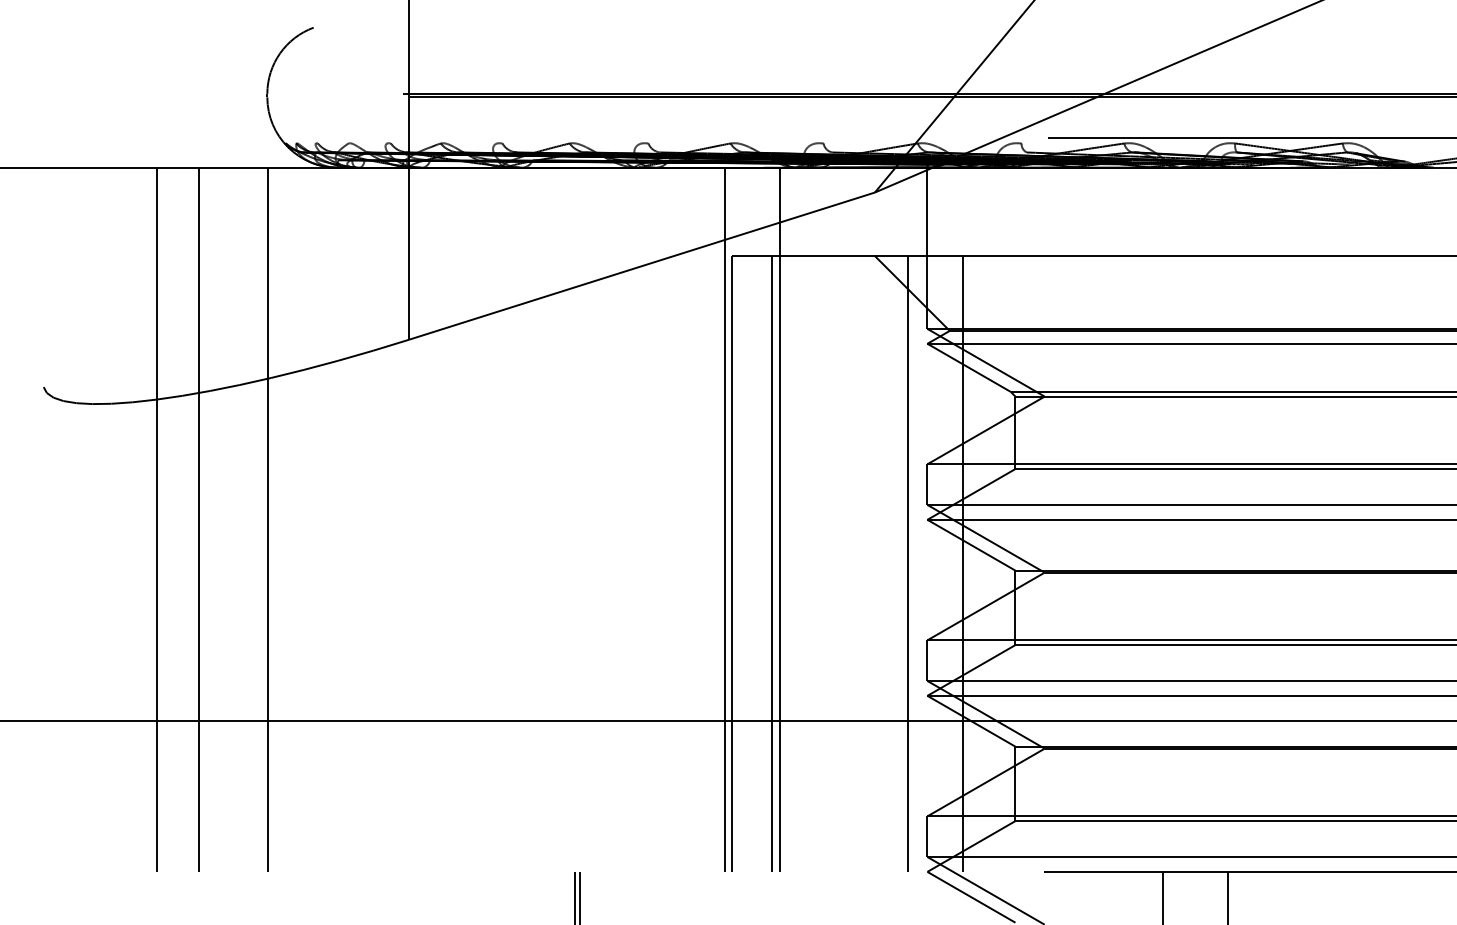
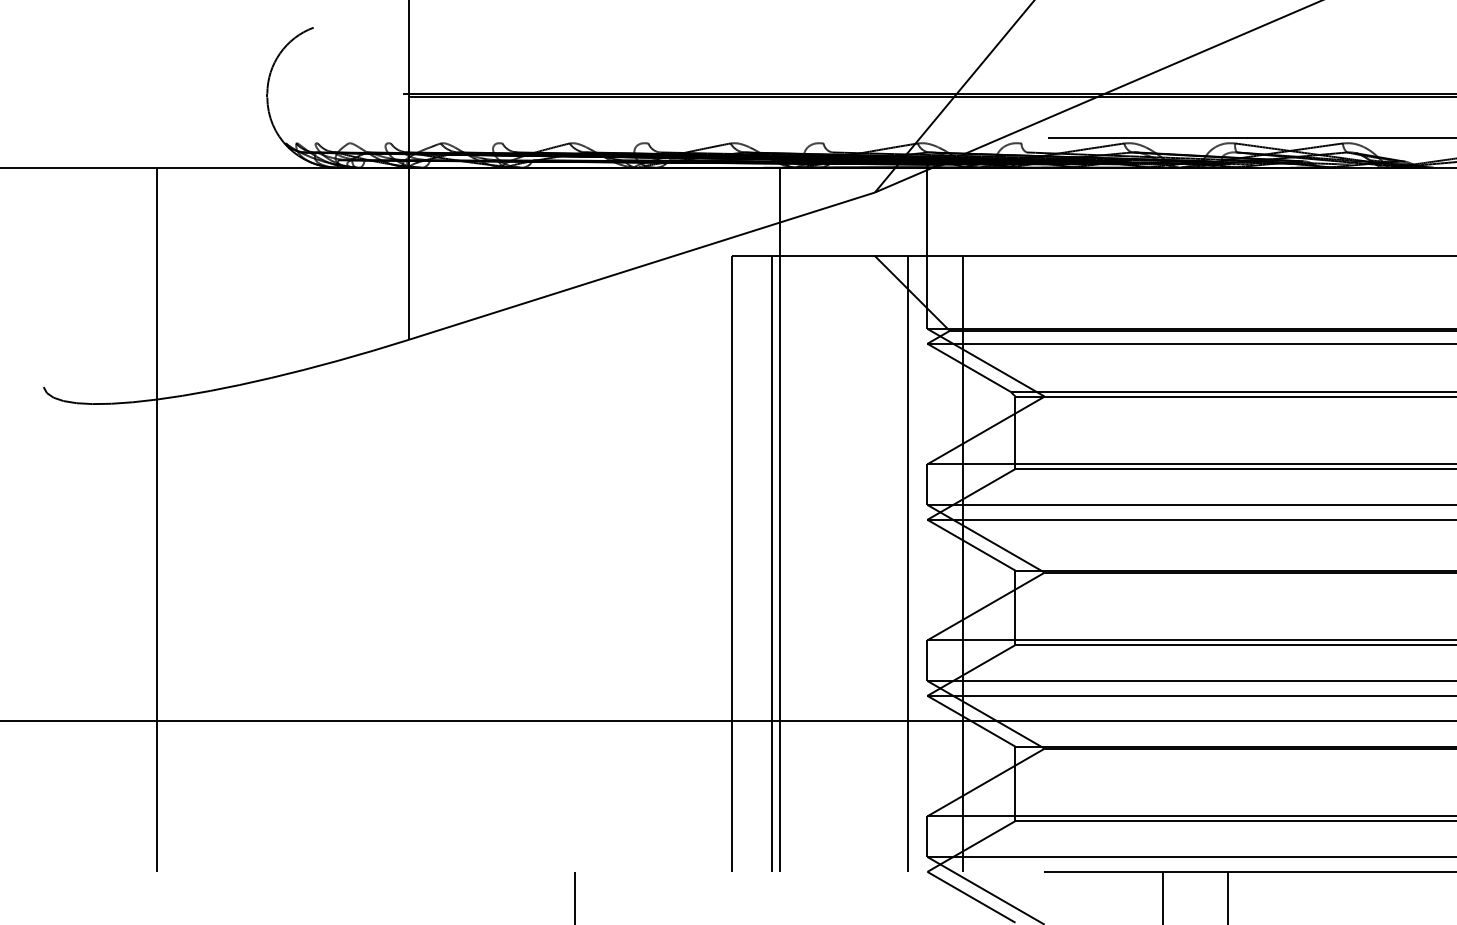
line at (198, 519): present -> none
line at (267, 519): present -> none
line at (724, 519): present -> none
line at (579, 896): present -> none
